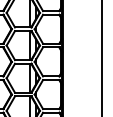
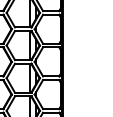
line at (101, 57): present -> none
